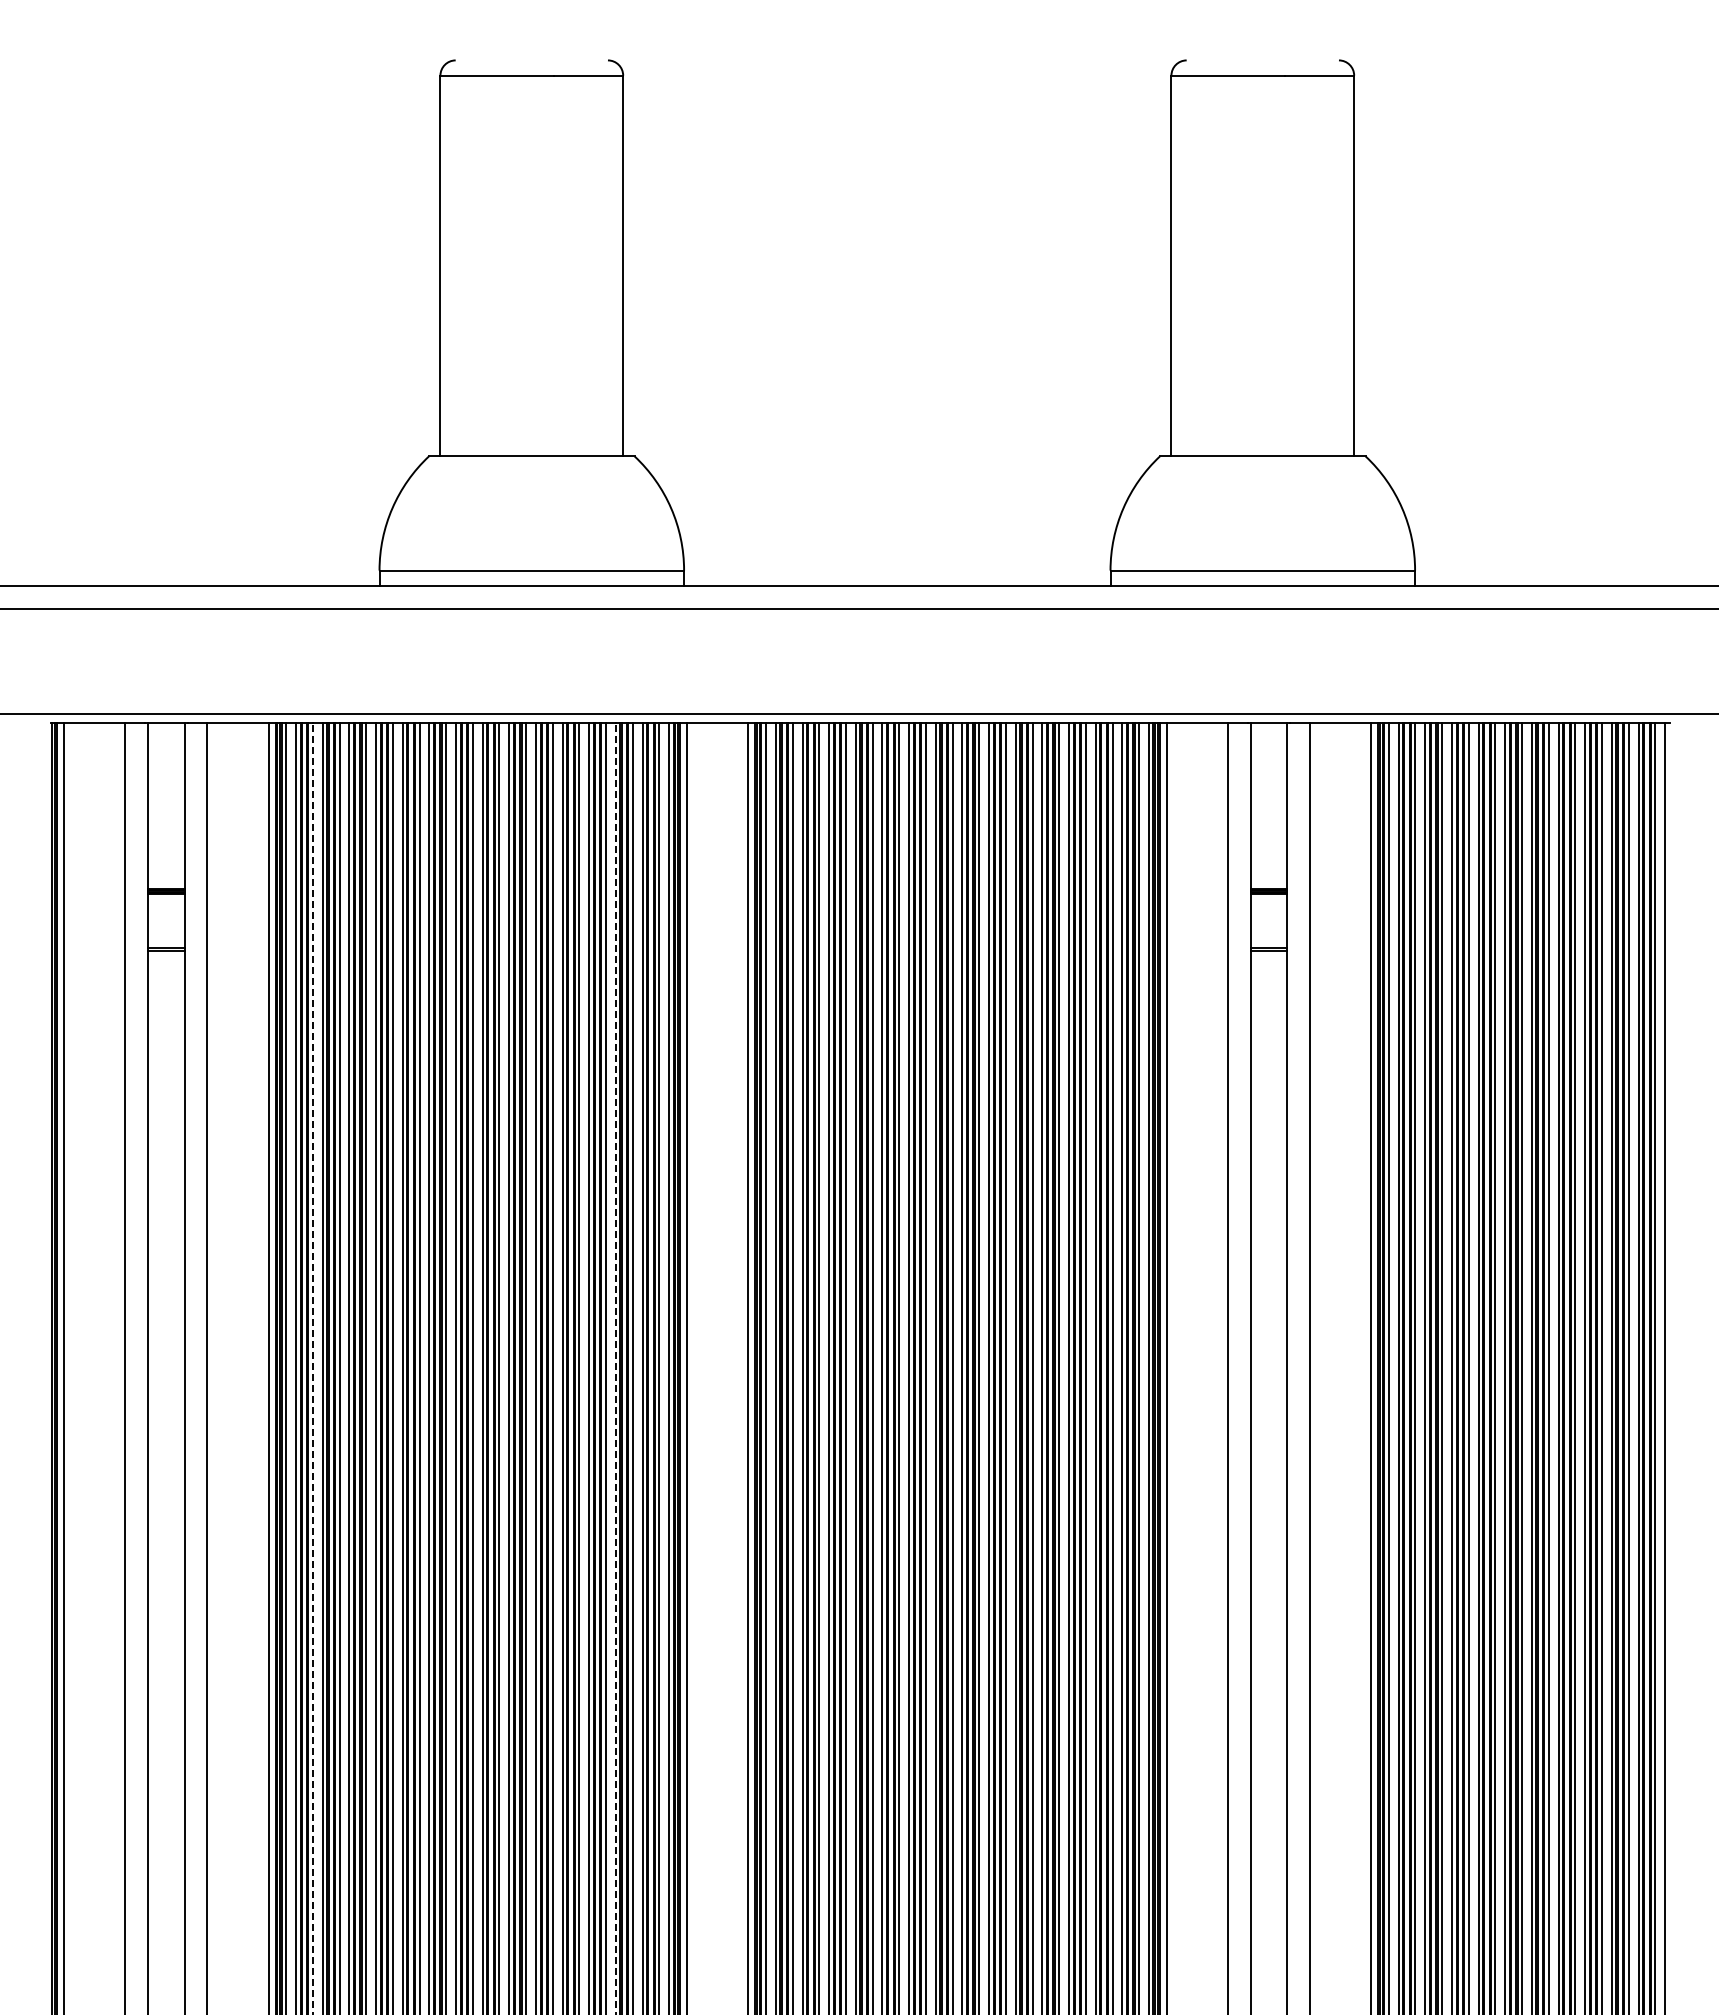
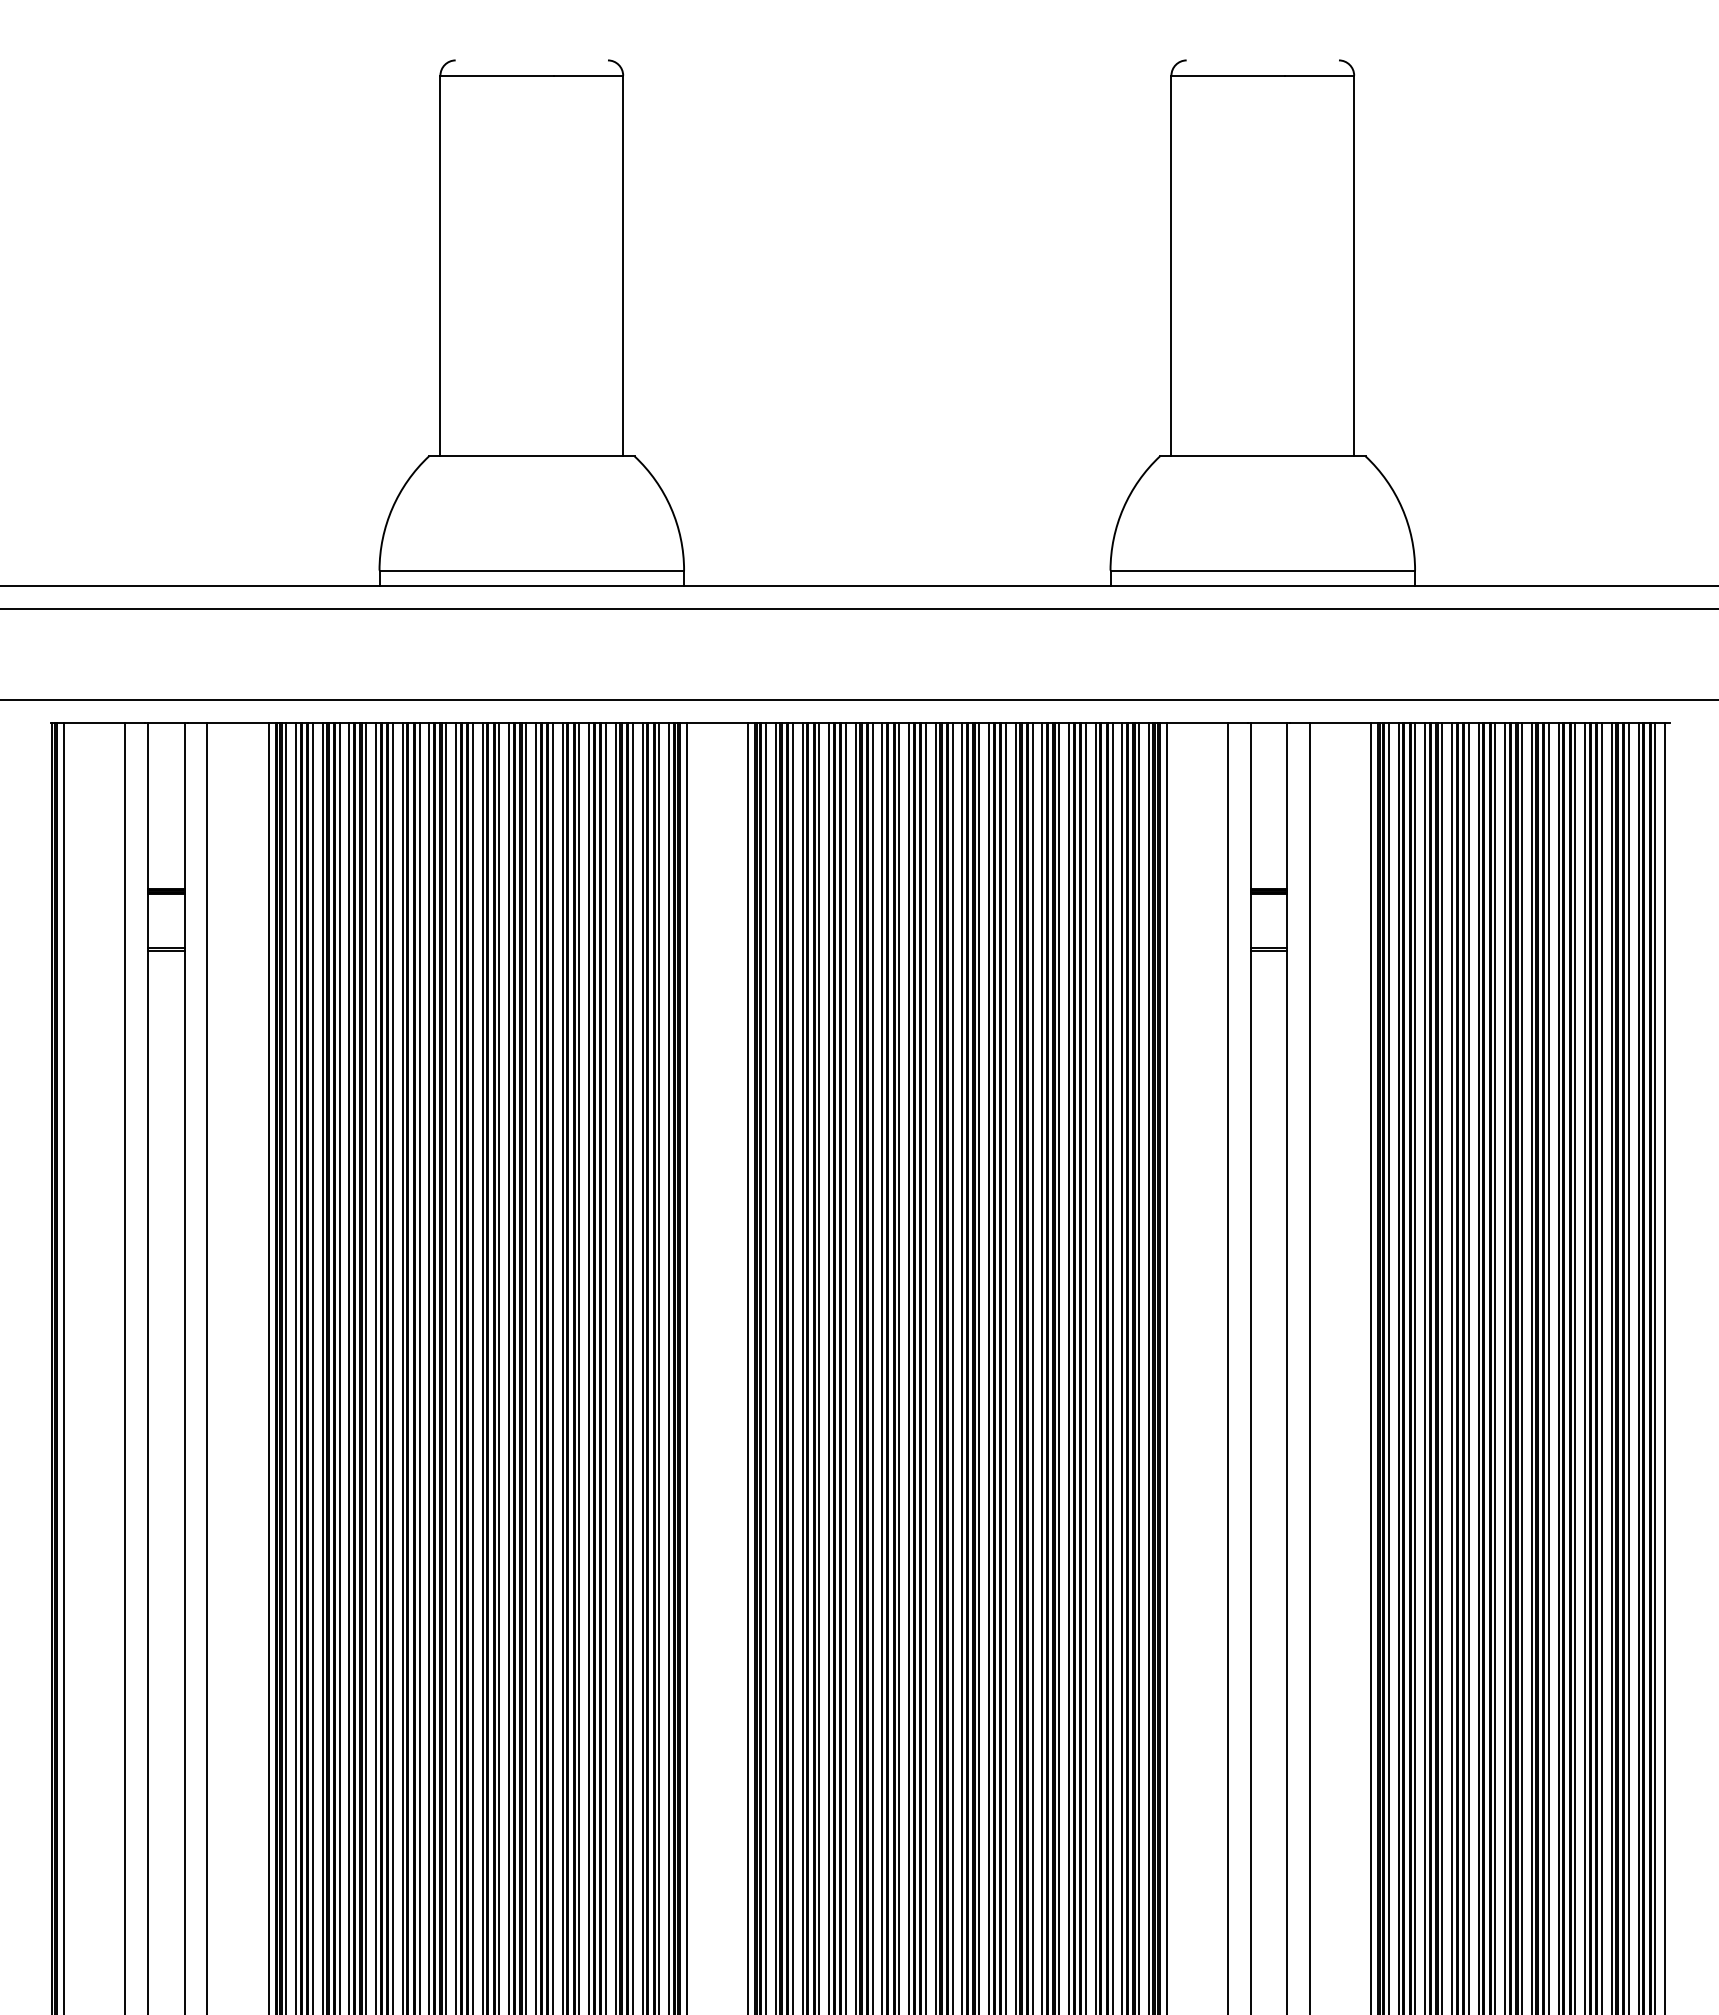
line at (858, 714) position: (858, 714) -> (858, 700)
line at (312, 1368): dashed -> solid
line at (615, 1368): dashed -> solid
